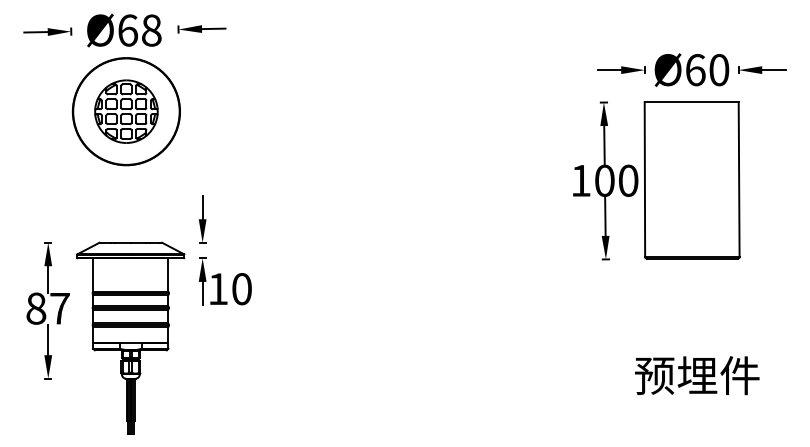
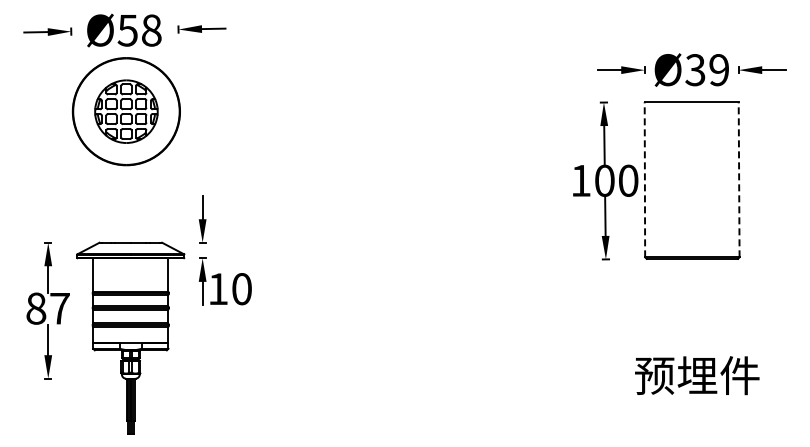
text at (127, 30): Ø68 -> Ø58
text at (707, 70): Ø60 -> Ø39
line at (644, 179): solid -> dashed
line at (739, 179): solid -> dashed
